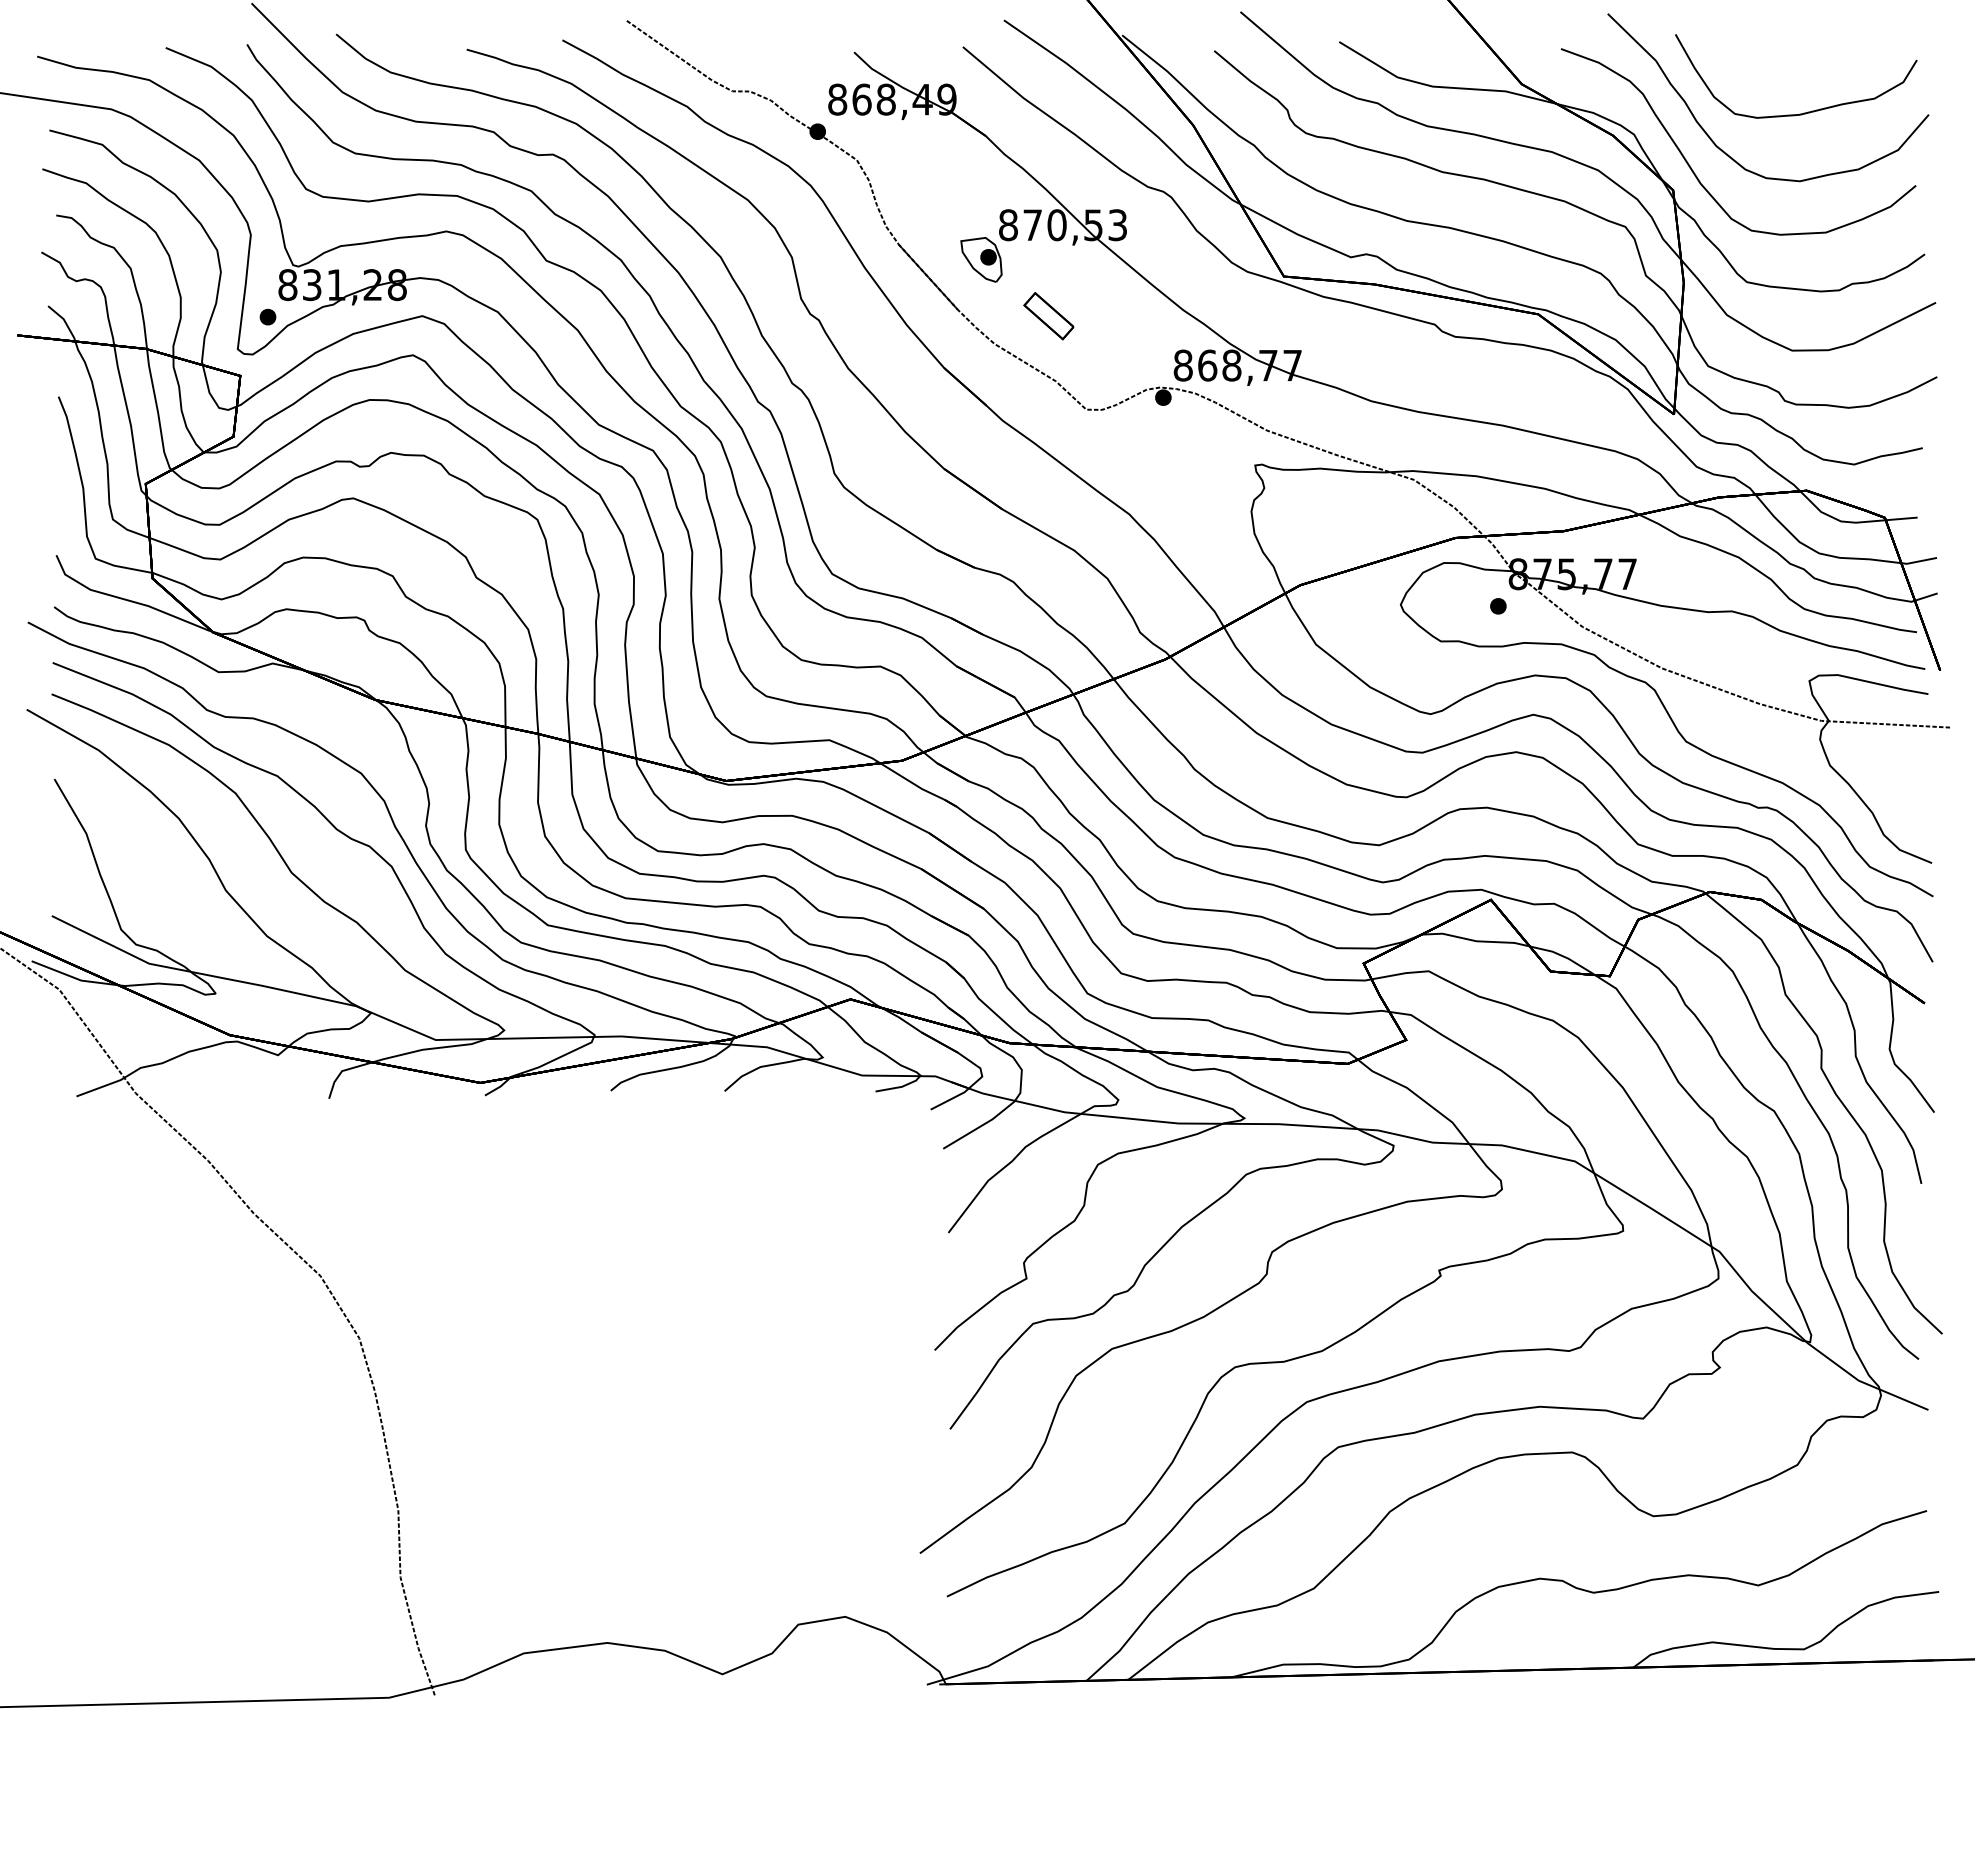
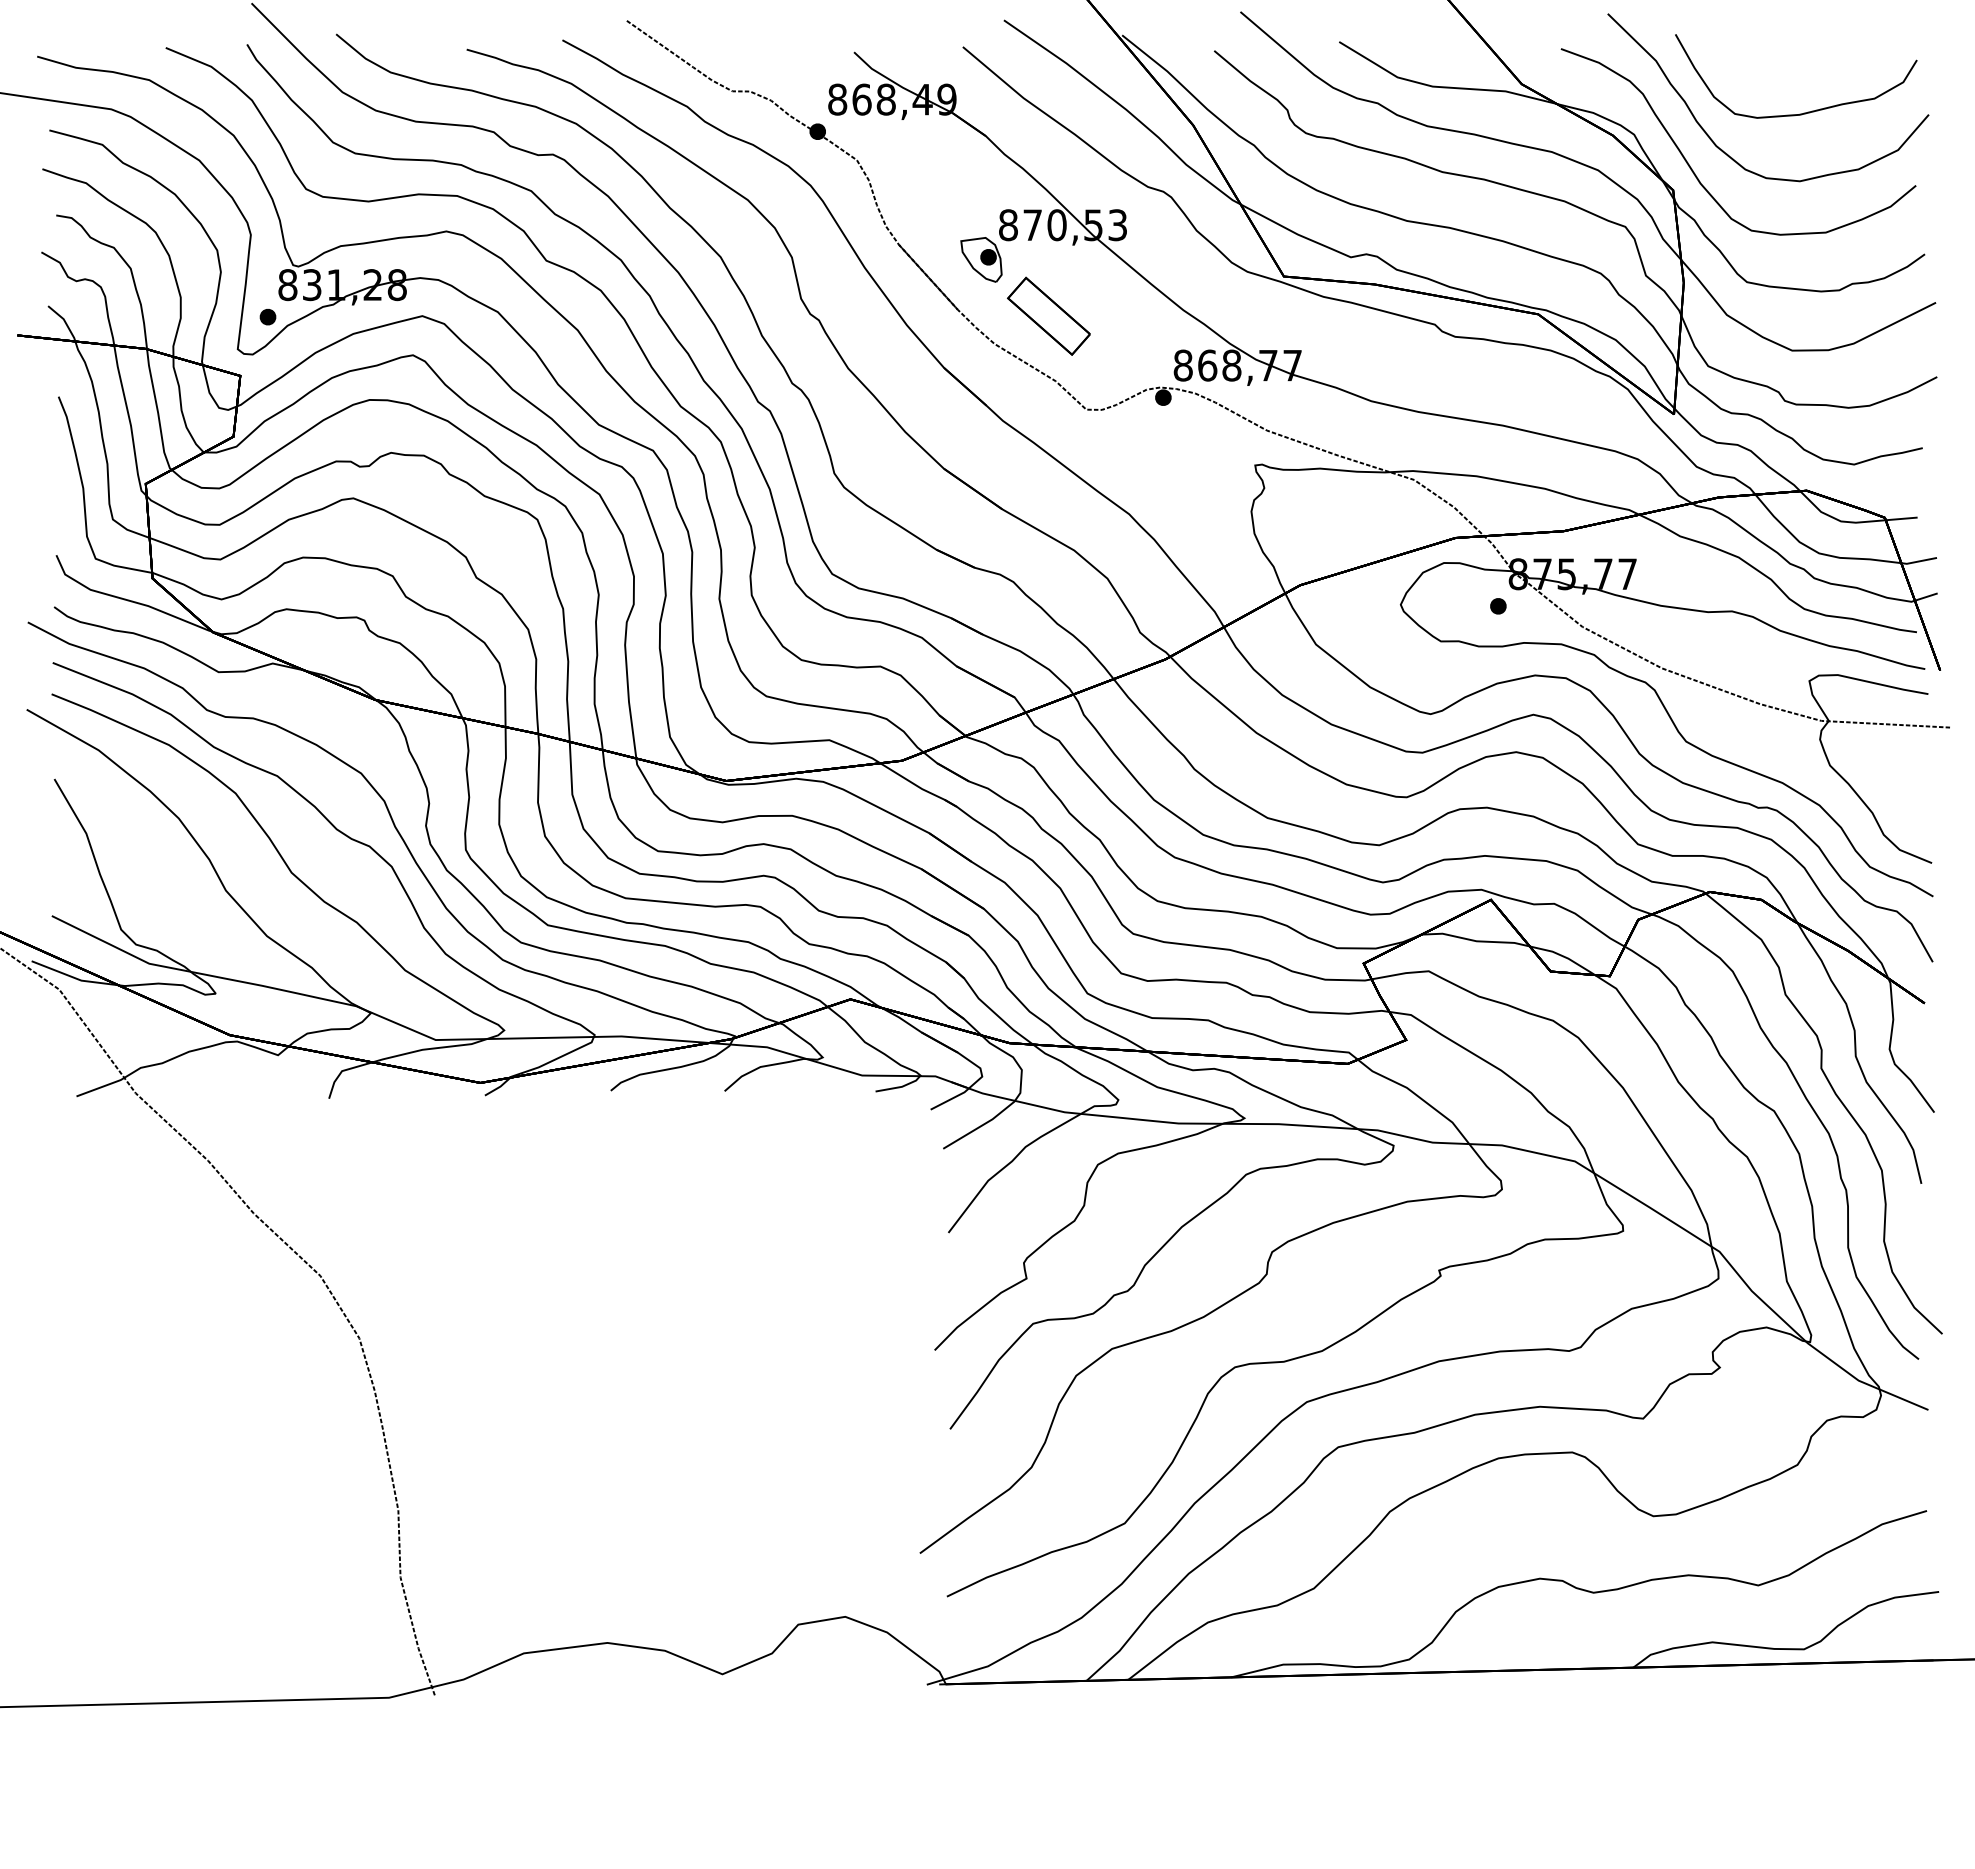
part at (1048, 316) size: 52x49 px -> 84x80 px
